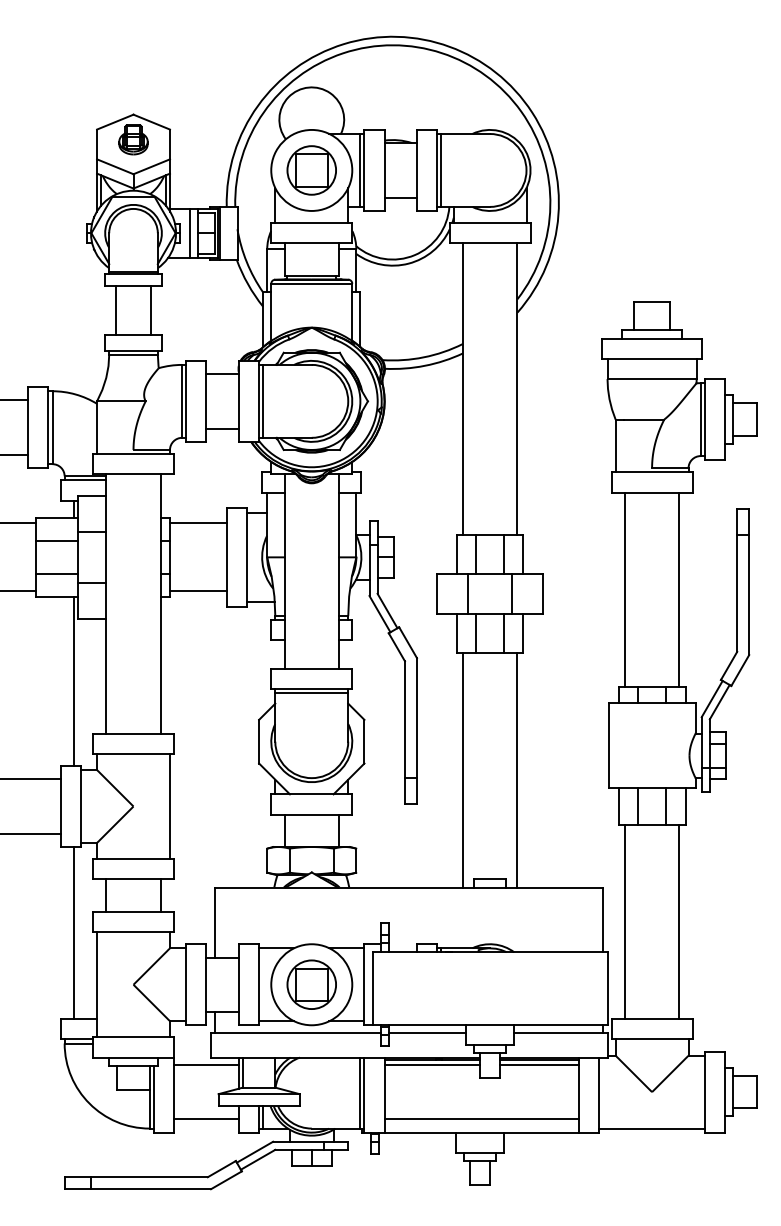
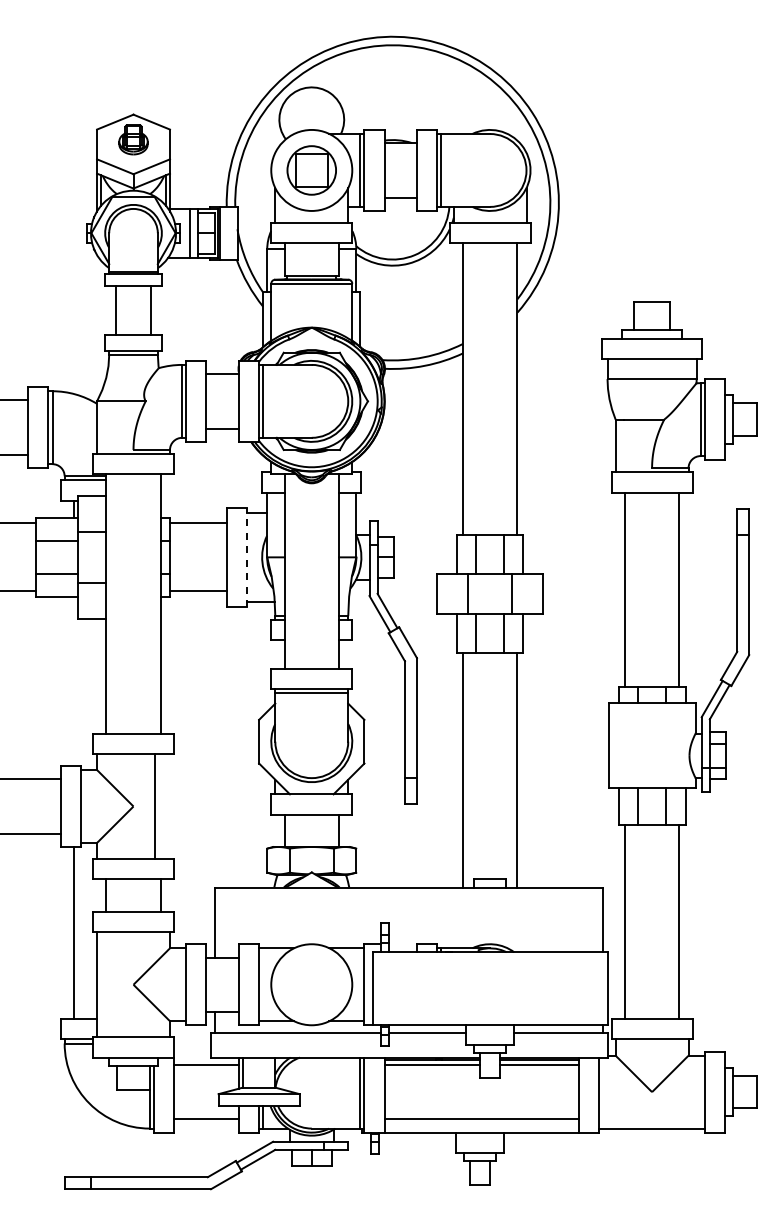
line at (246, 557): solid -> dashed
line at (73, 680): present -> none
line at (169, 806) position: (169, 806) -> (154, 806)
part at (311, 984): present -> none
